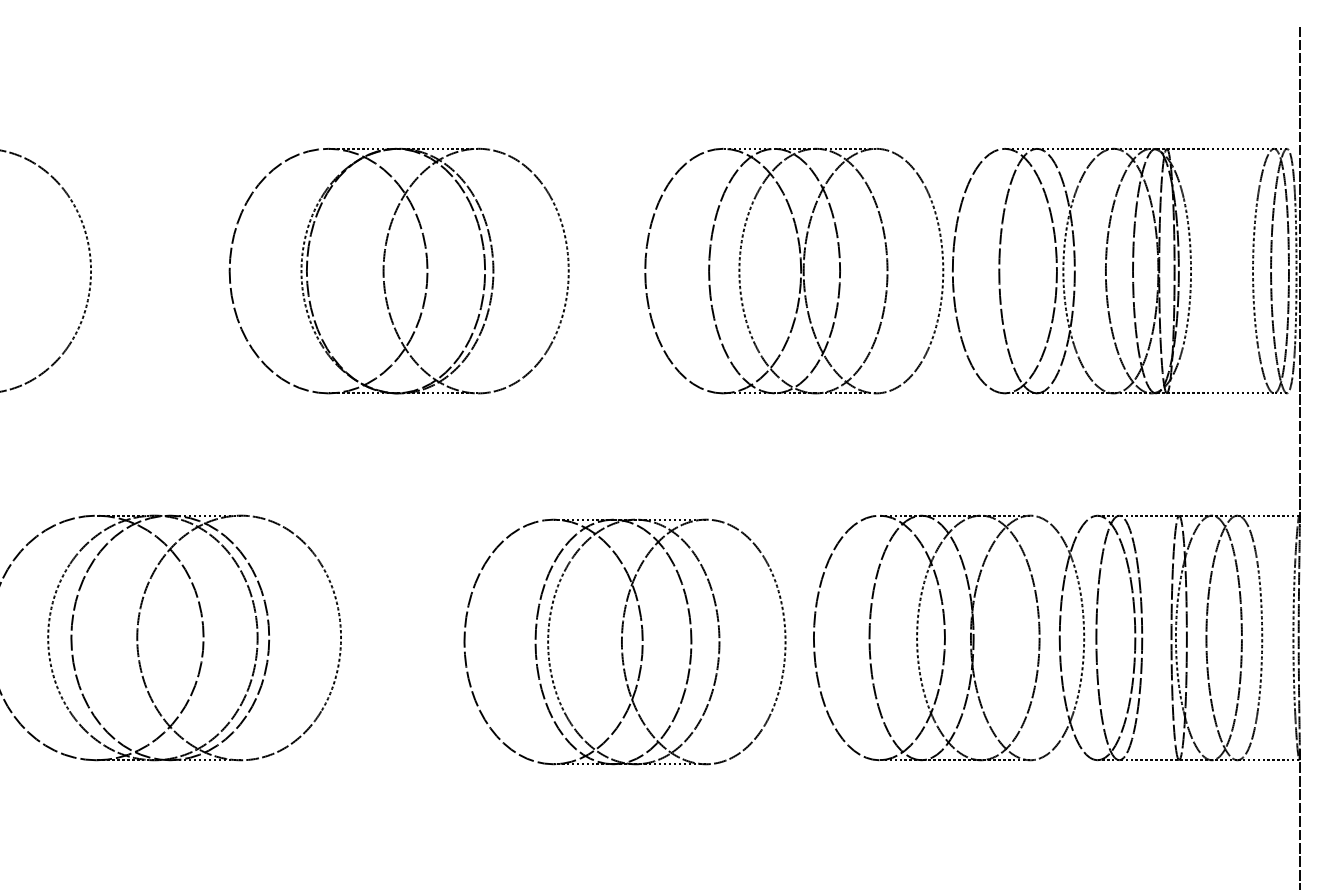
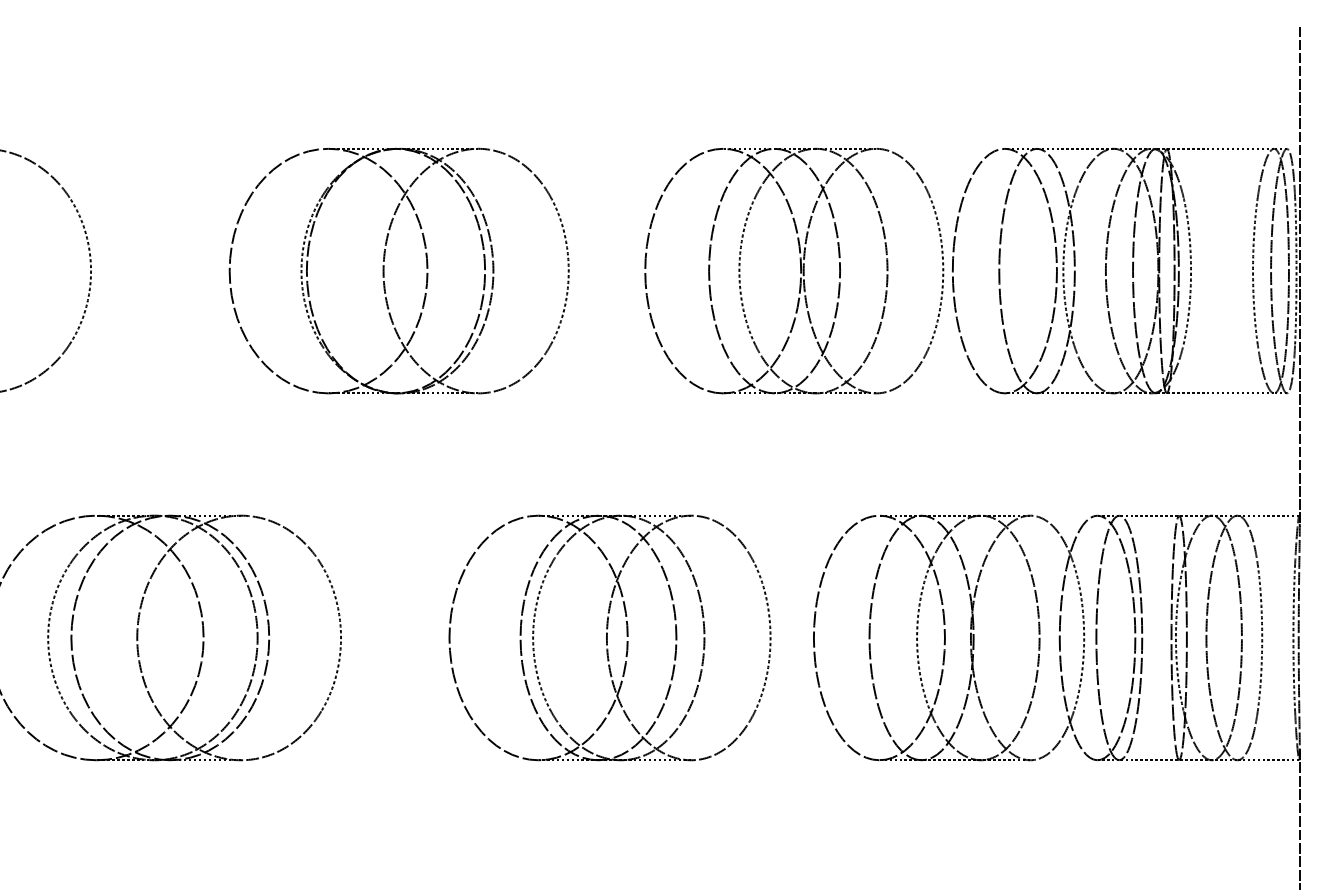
part at (624, 641) position: (624, 641) -> (609, 637)
